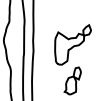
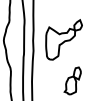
part at (72, 44) position: (72, 44) -> (63, 39)
